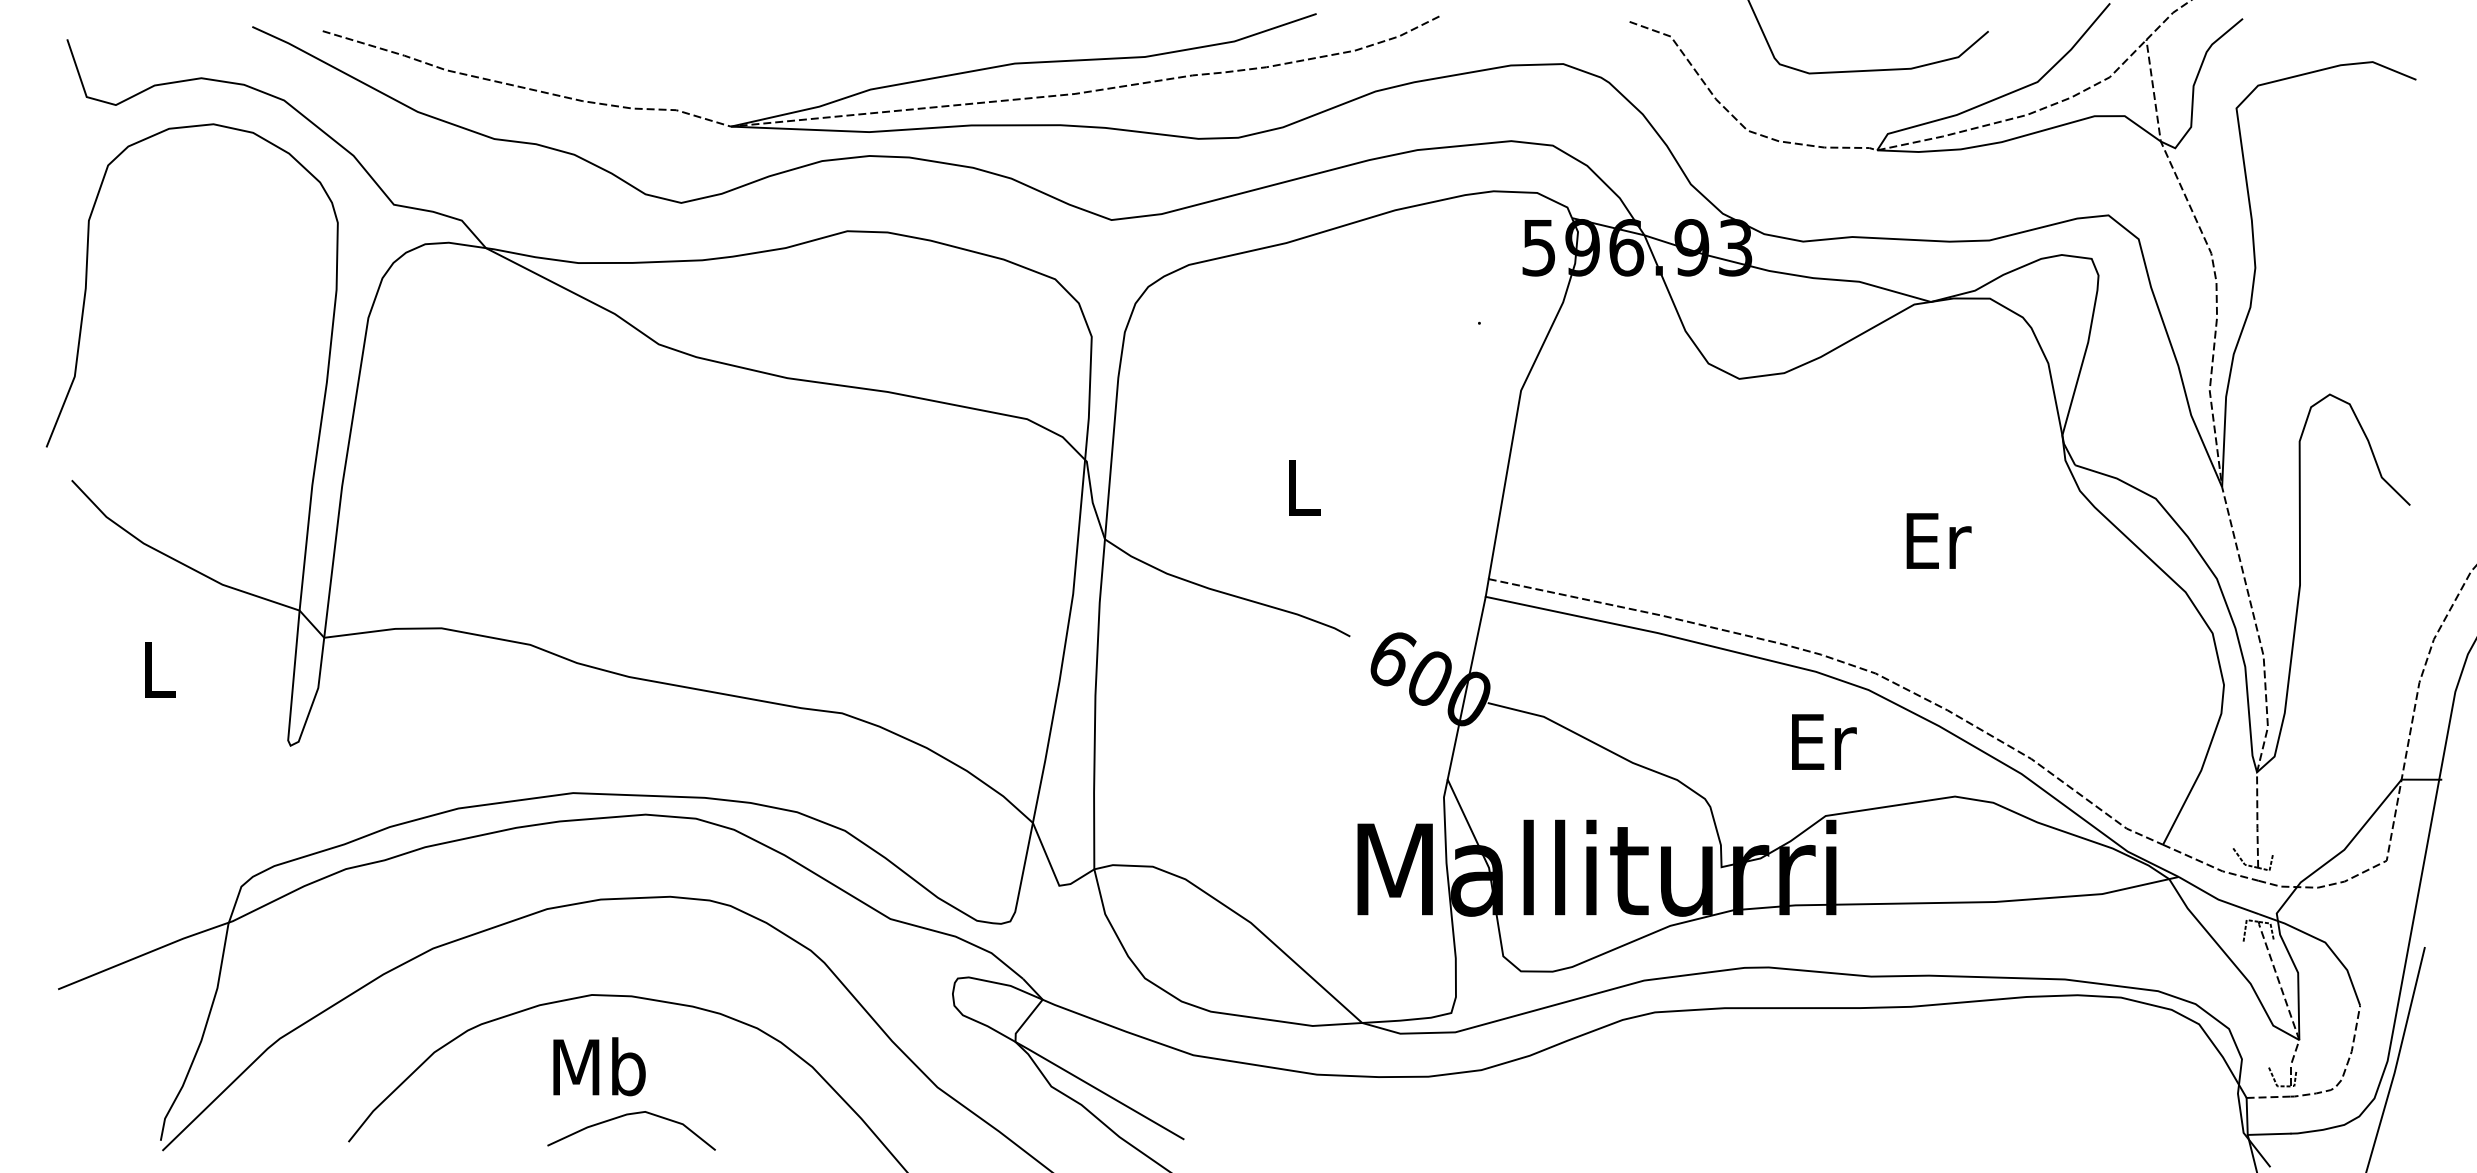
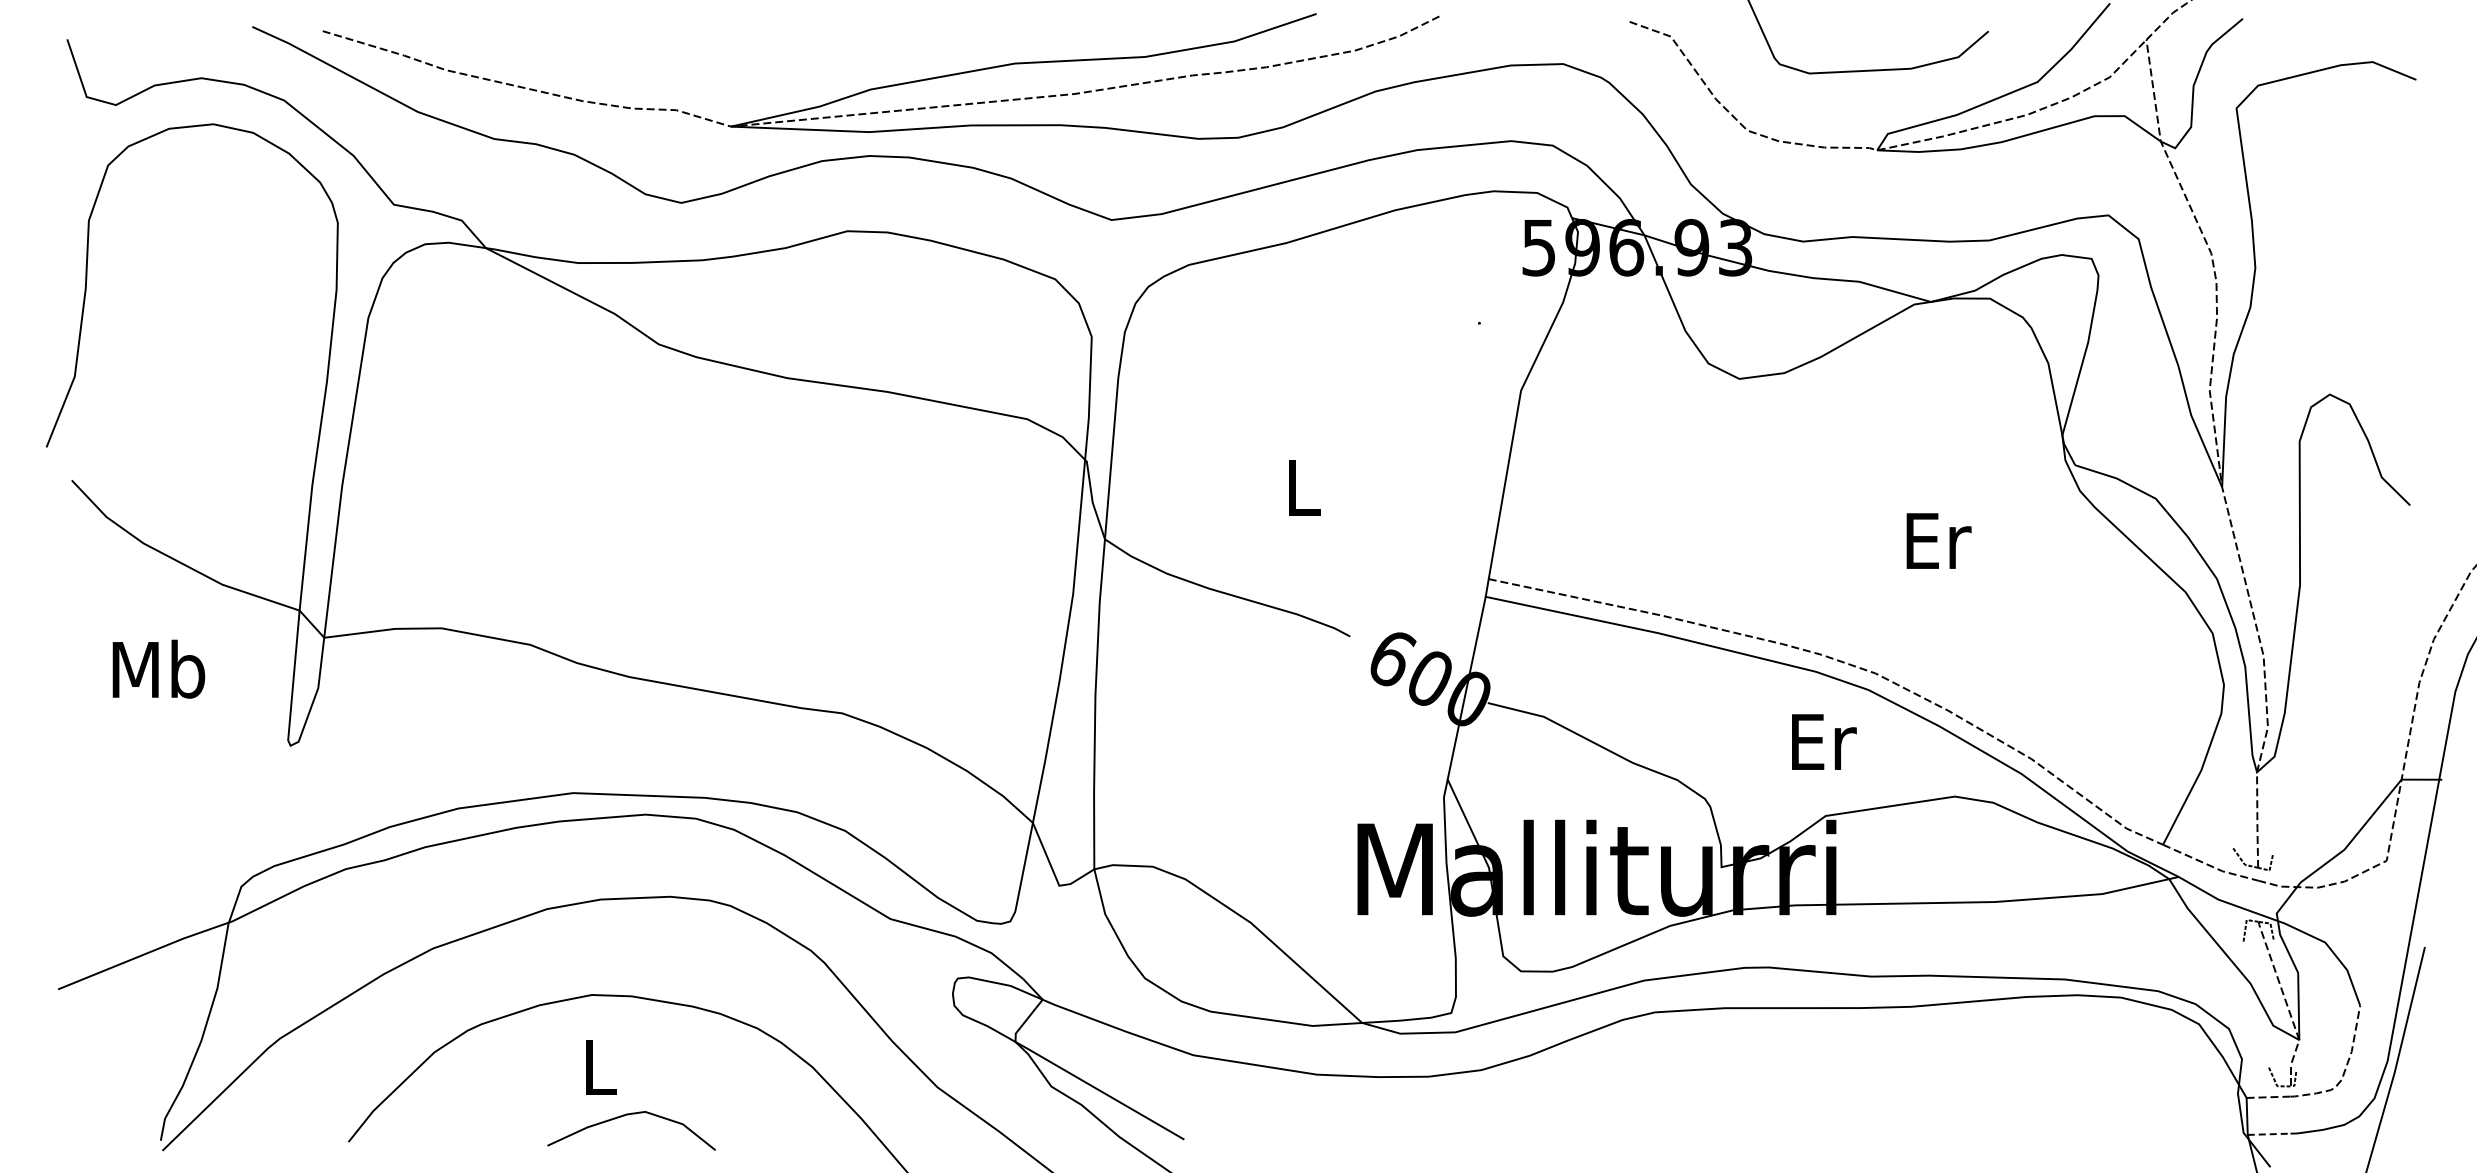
text at (158, 668): L -> Mb
text at (599, 1066): Mb -> L
line at (2269, 1134): solid -> dashed
